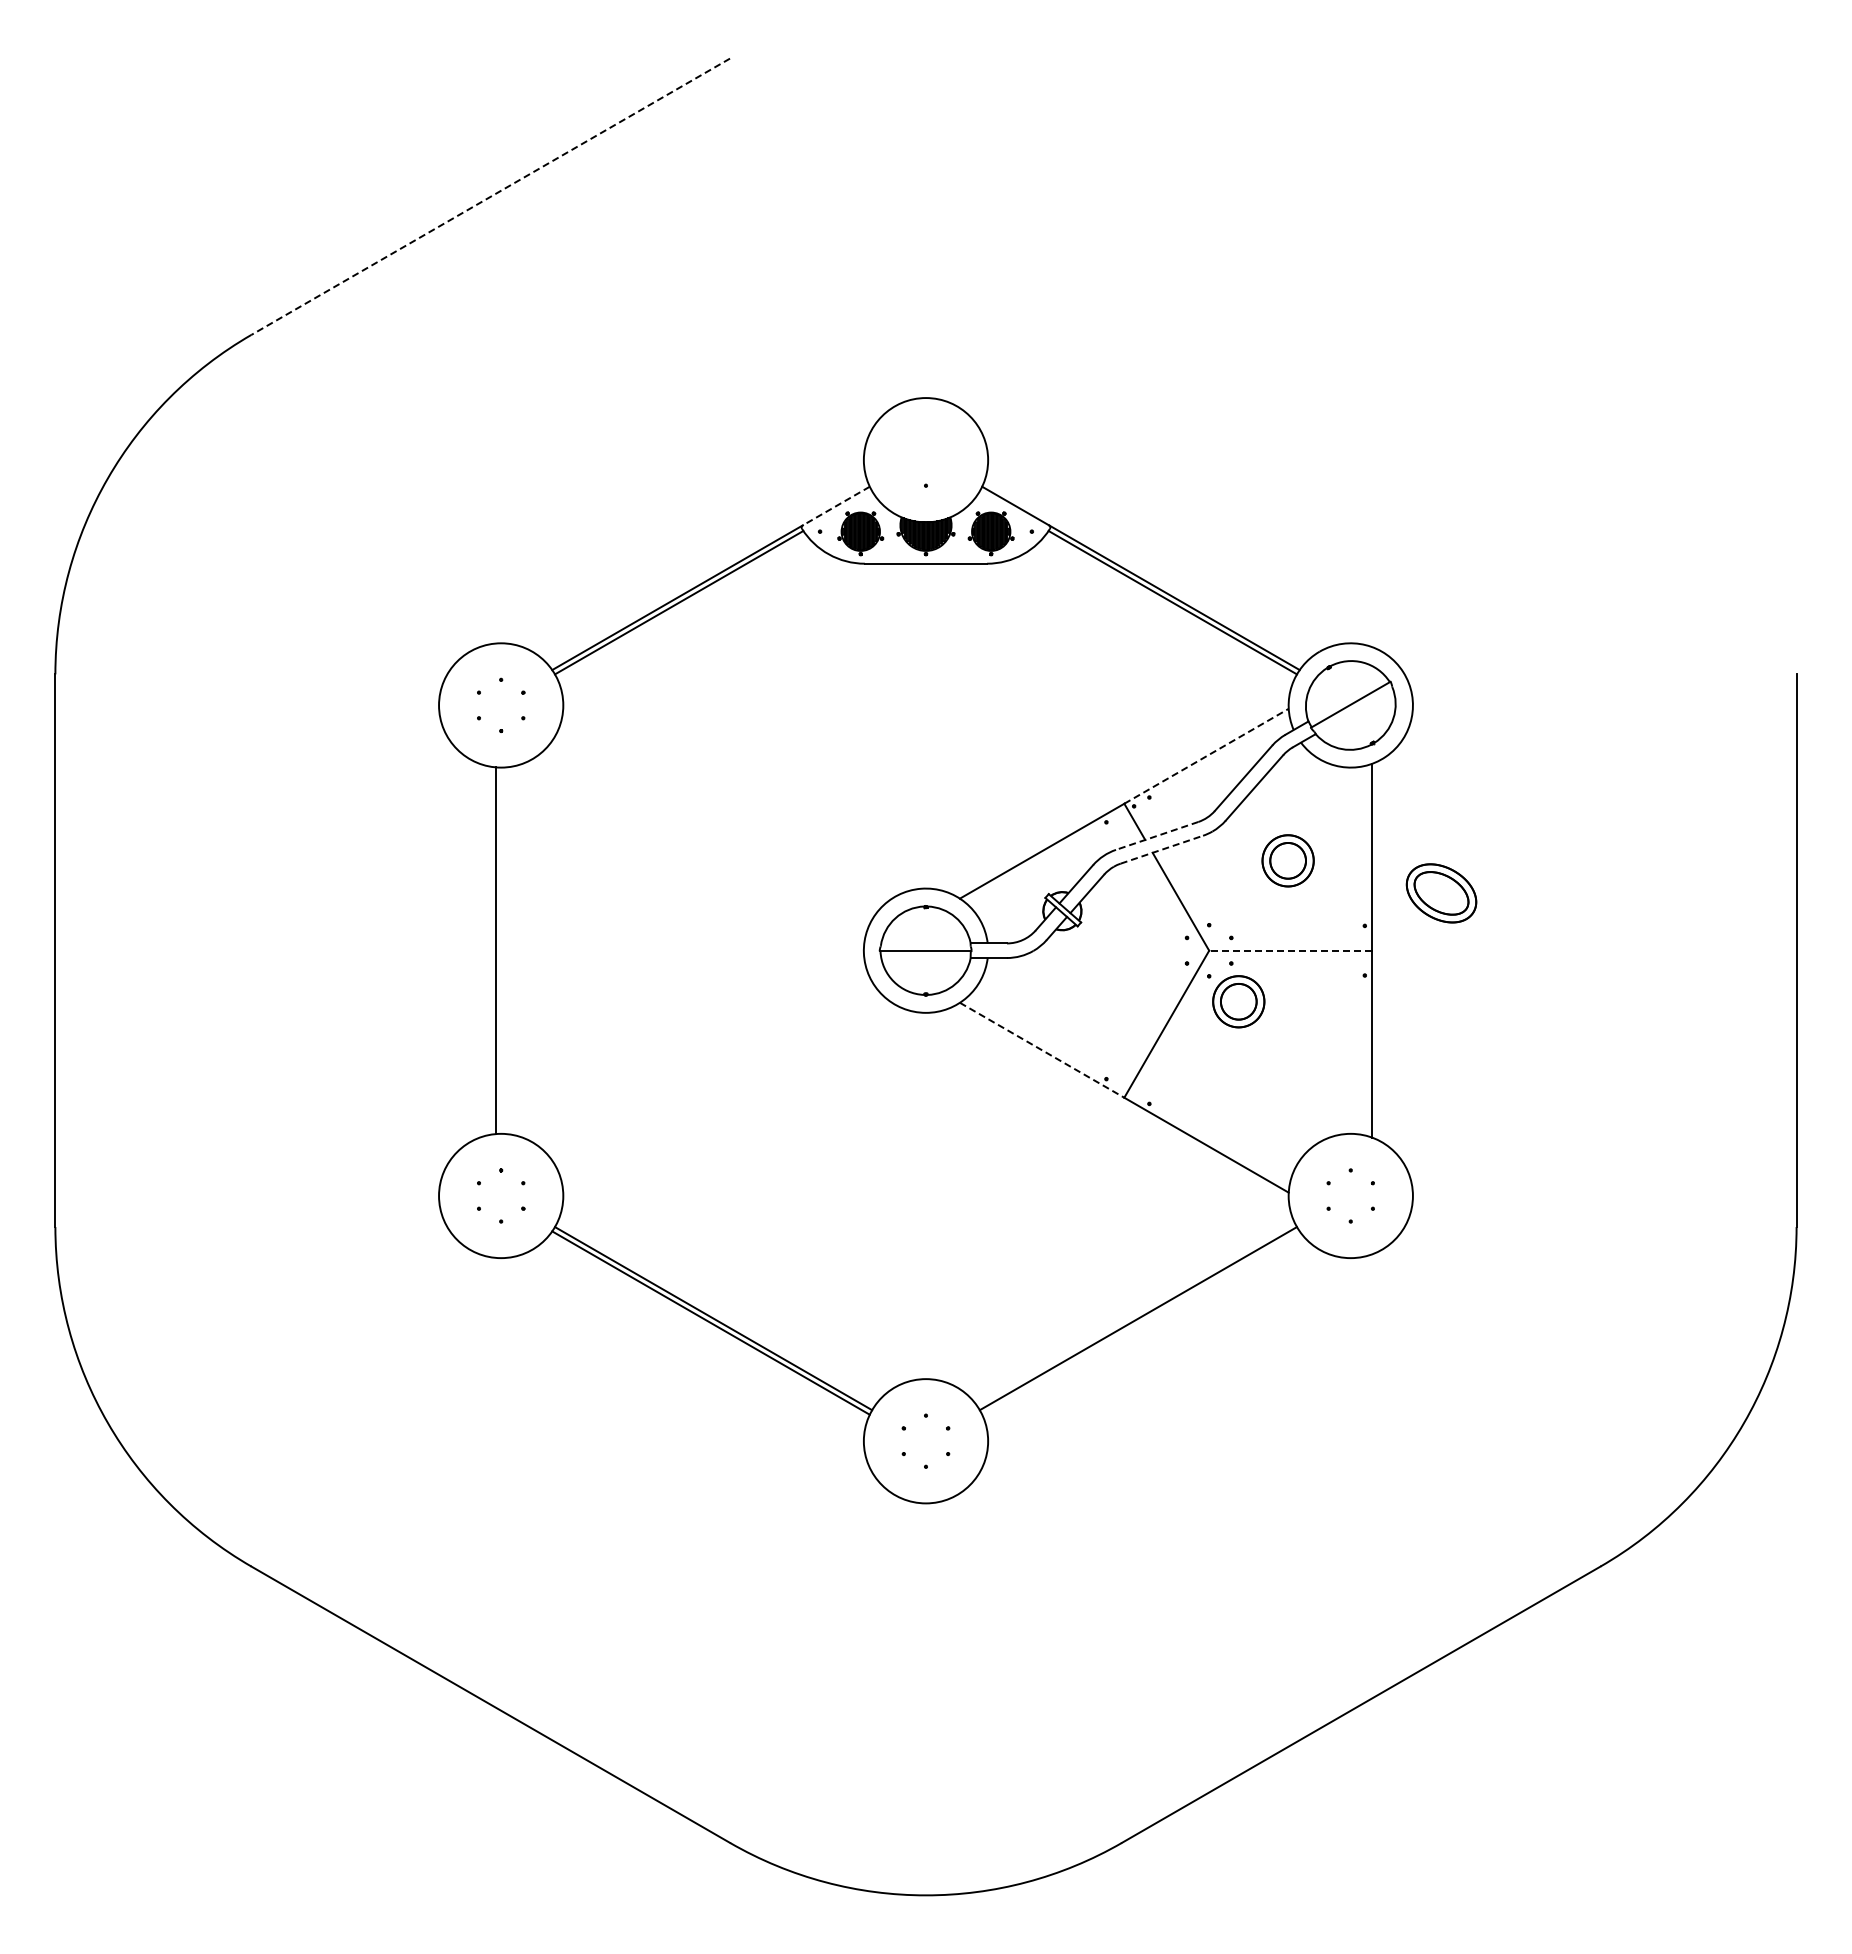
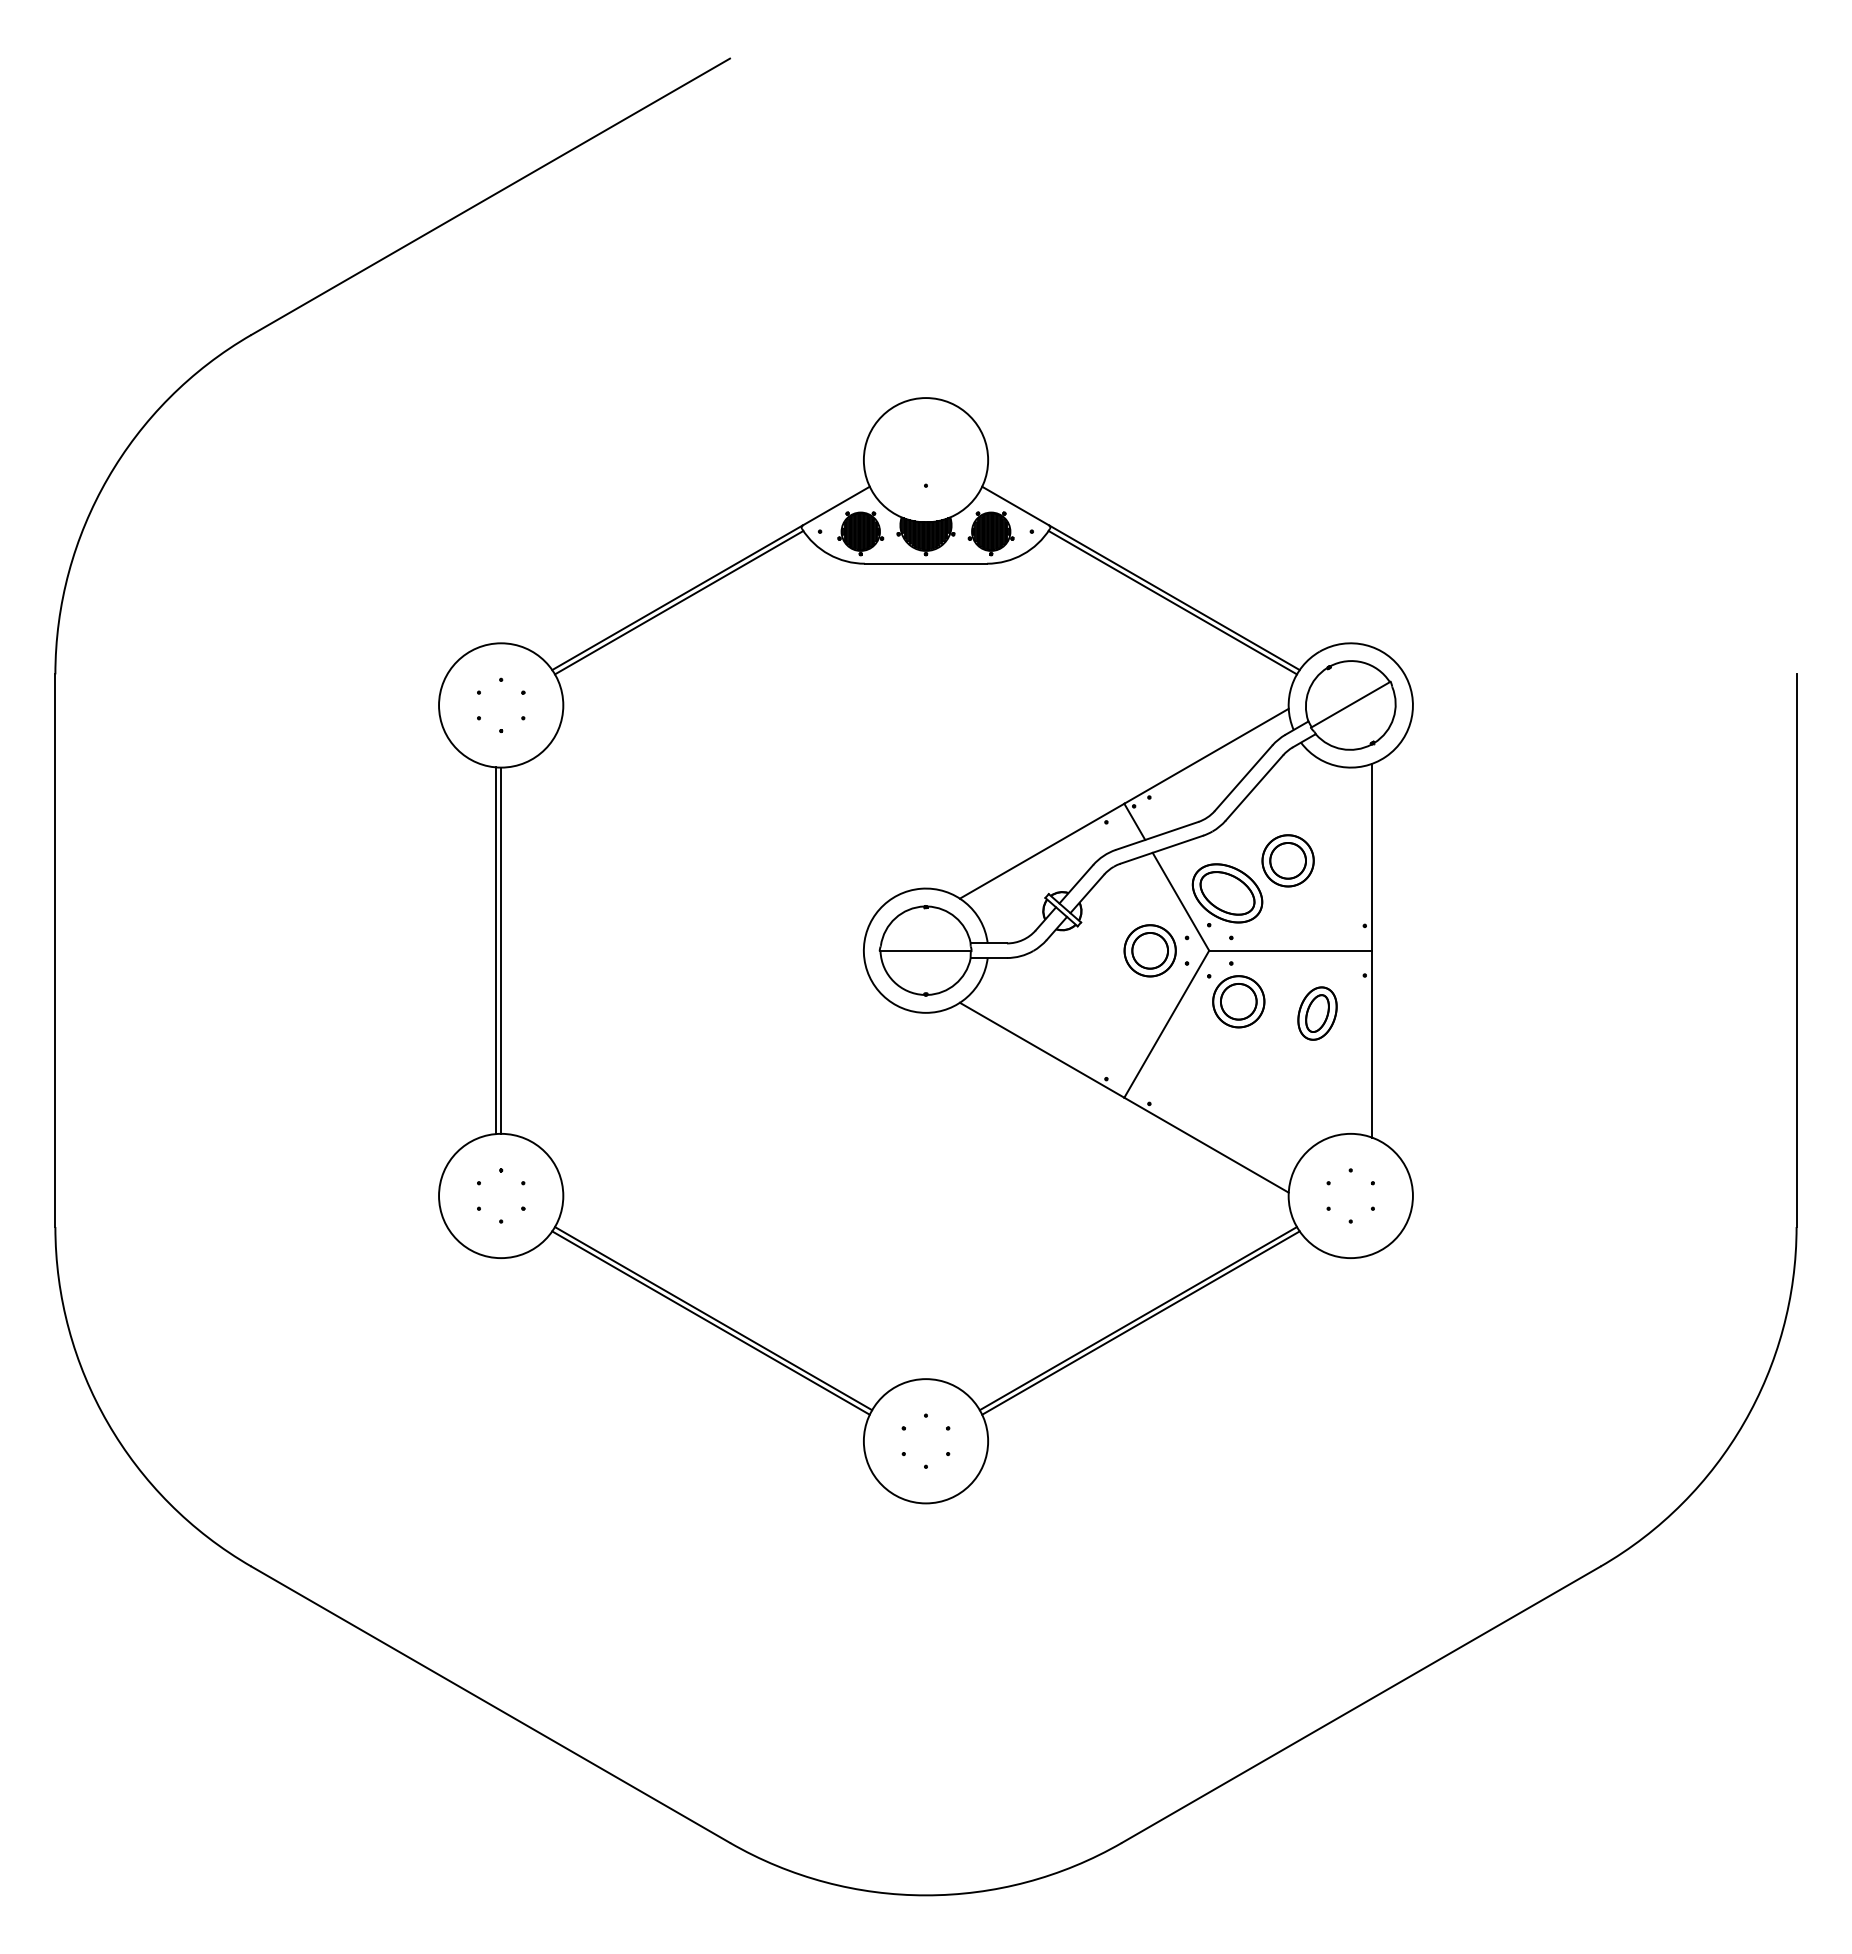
line at (490, 197): dashed -> solid
line at (836, 506): dashed -> solid
line at (1206, 756): dashed -> solid
line at (1156, 836): dashed -> solid
line at (1162, 849): dashed -> solid
part at (1441, 893) position: (1441, 893) -> (1227, 893)
line at (501, 950): none -> present
part at (1149, 950): none -> present
line at (1290, 950): dashed -> solid
part at (1317, 1013): none -> present
line at (1042, 1050): dashed -> solid
line at (1140, 1322): none -> present
